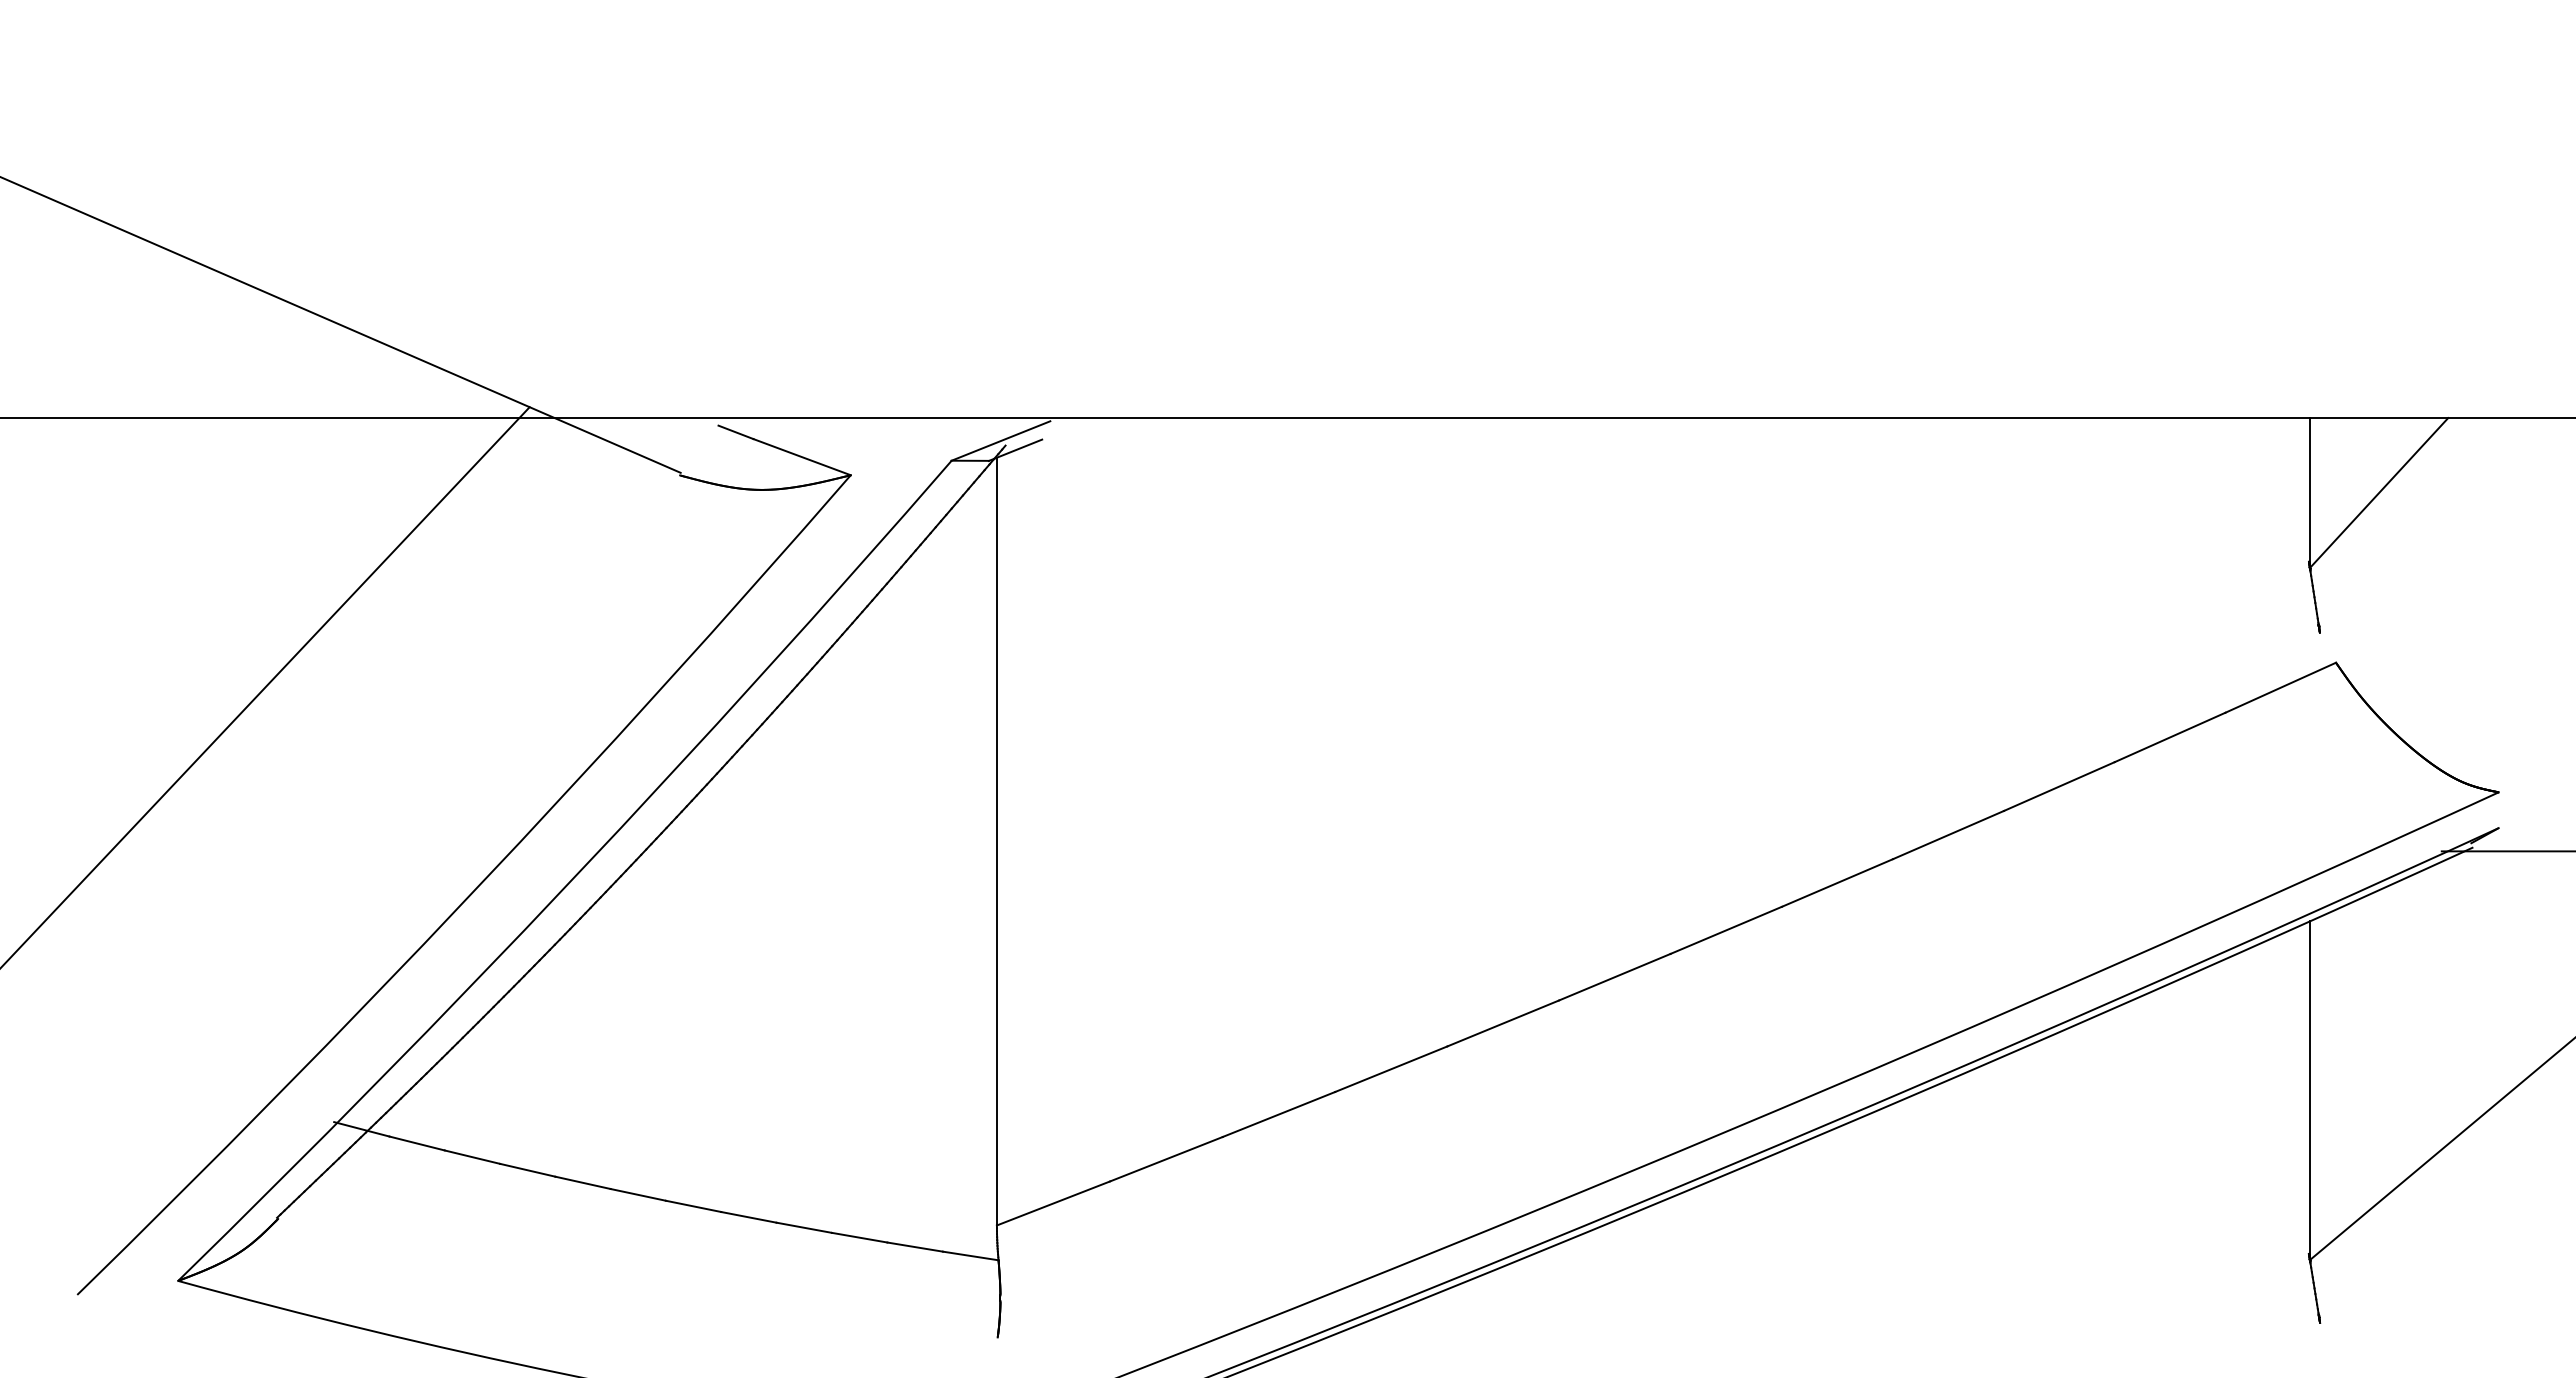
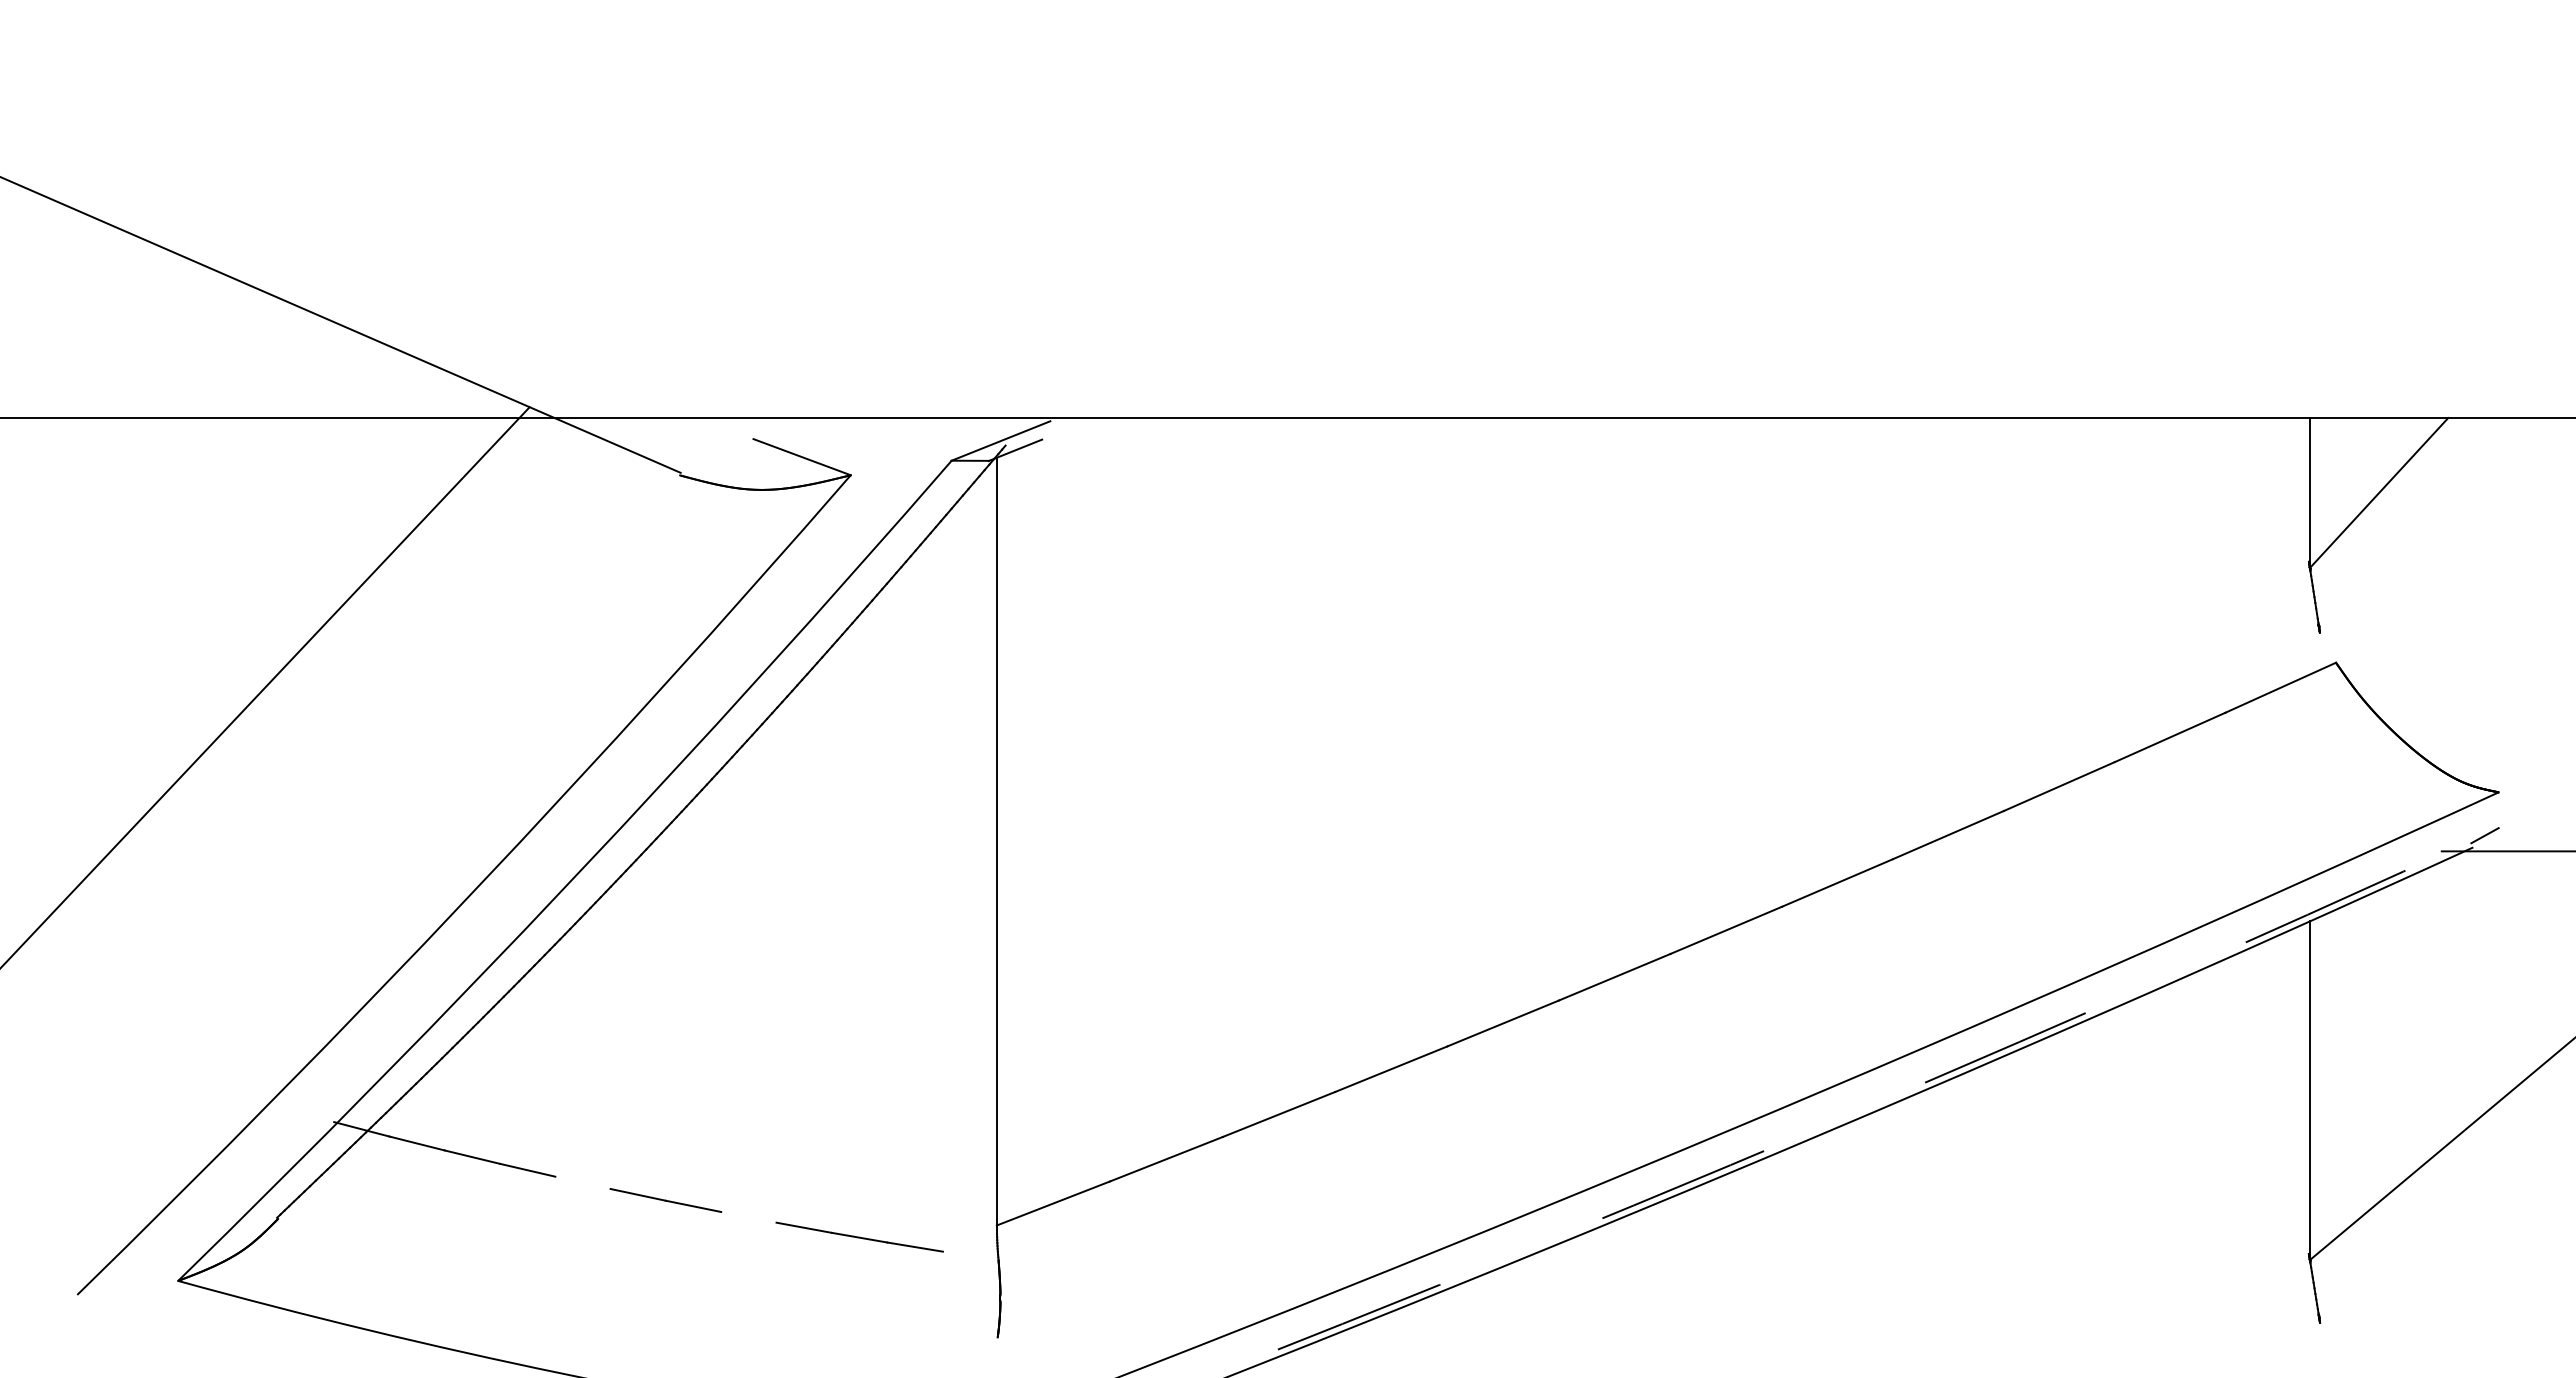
line at (735, 432): present -> none
arc at (1855, 1112): solid -> dashed
line at (582, 1182): present -> none
line at (748, 1216): present -> none
line at (970, 1255): present -> none
